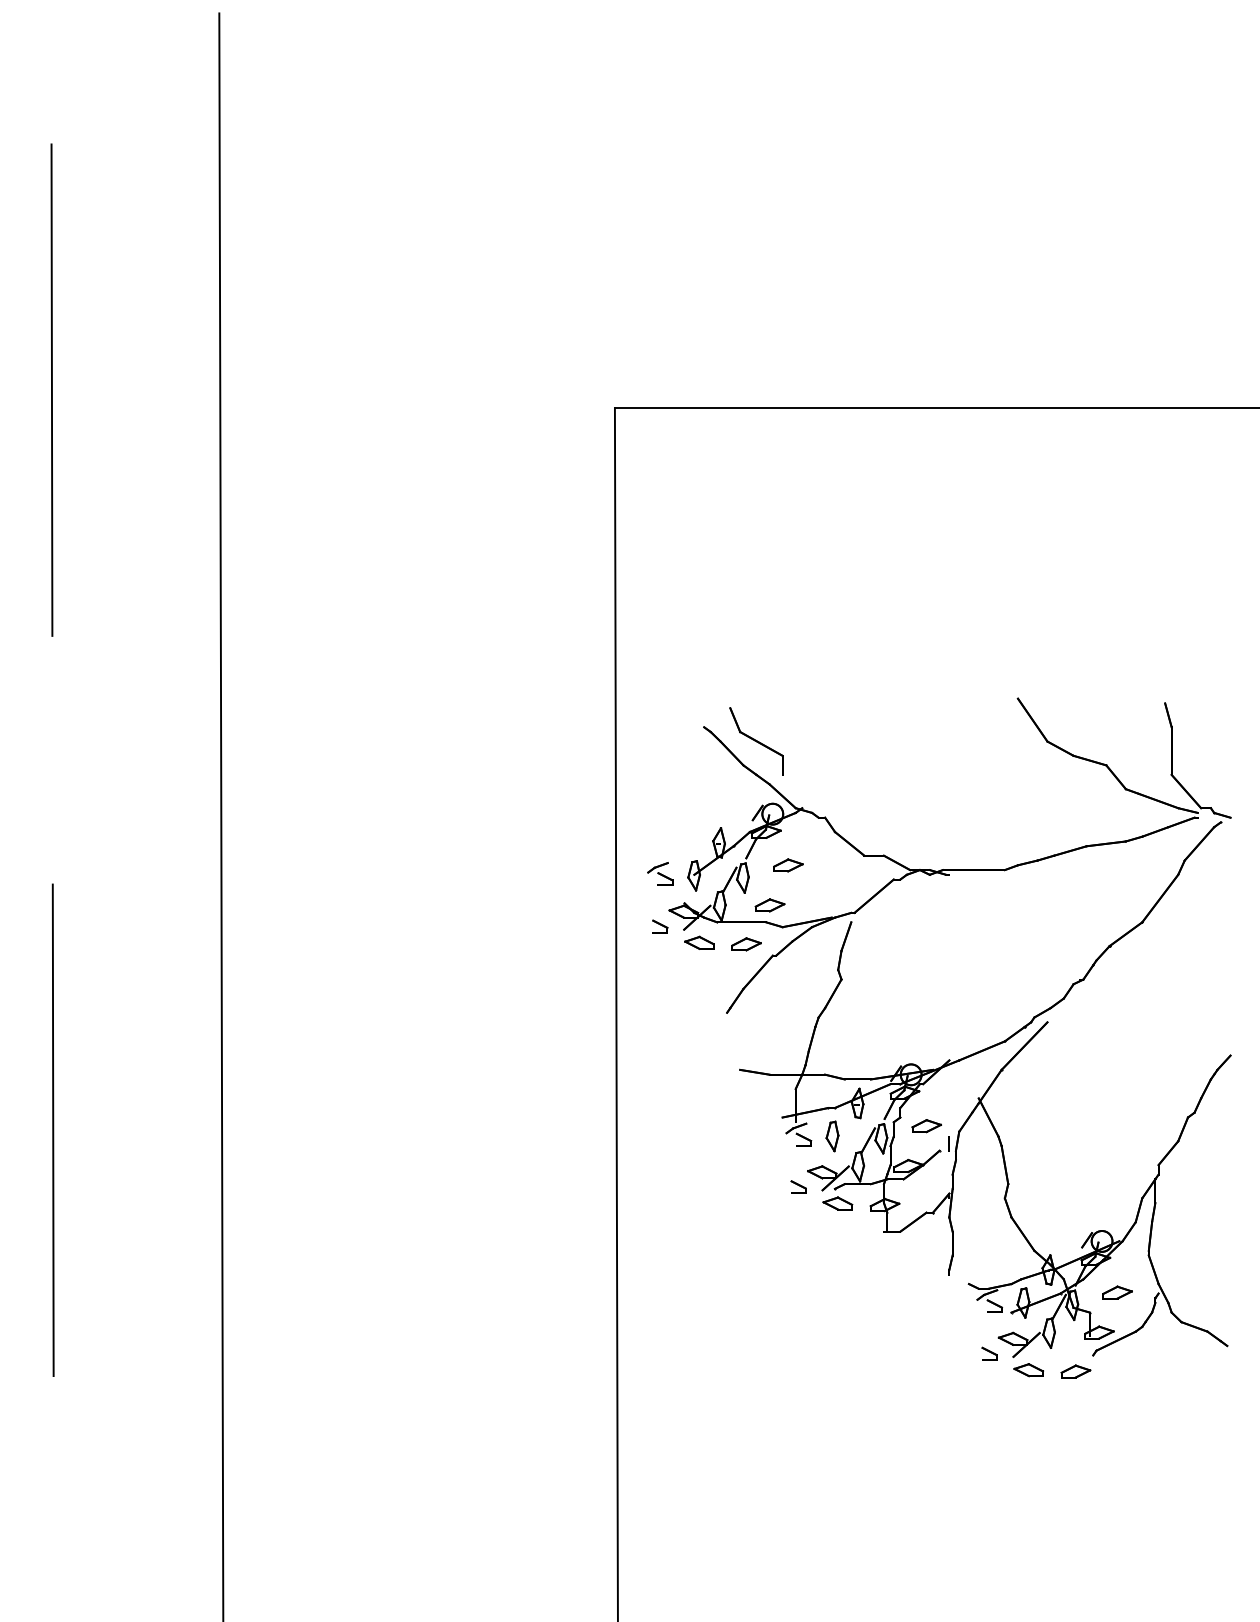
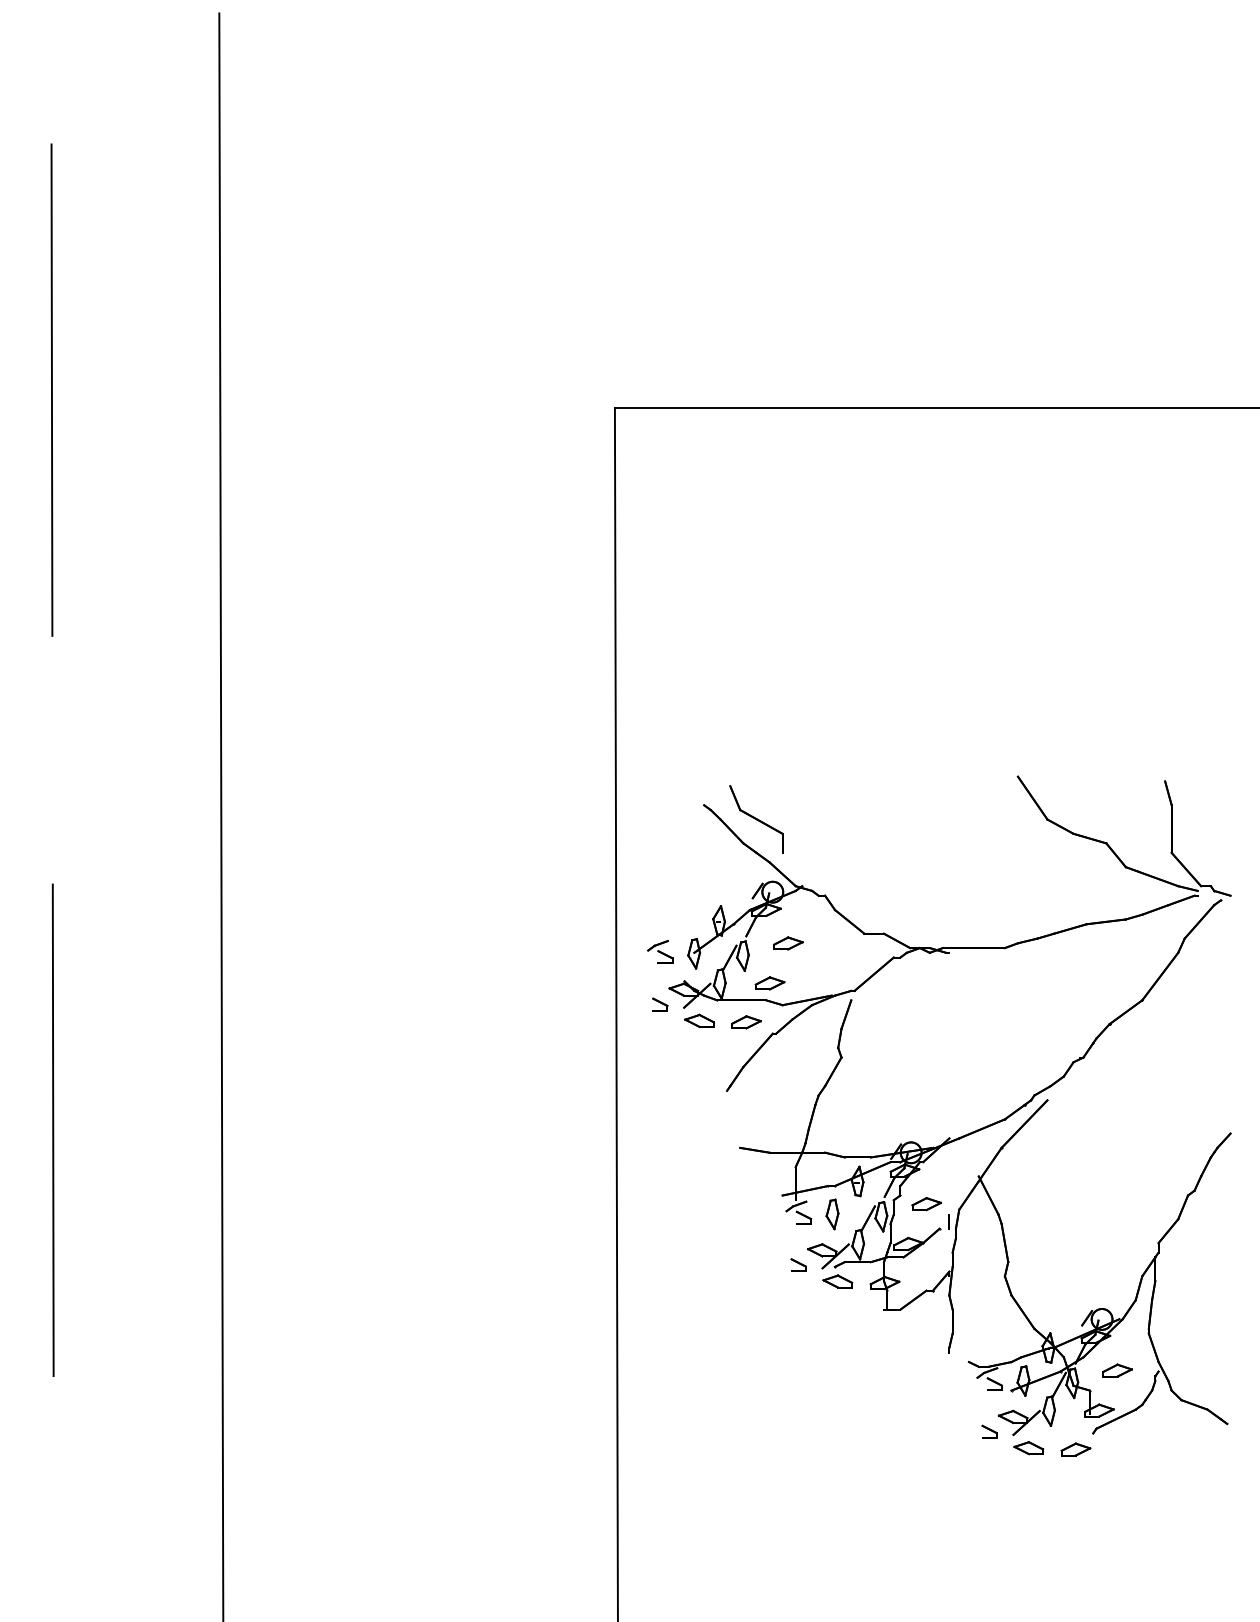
part at (948, 1059) position: (948, 1059) -> (948, 1137)
